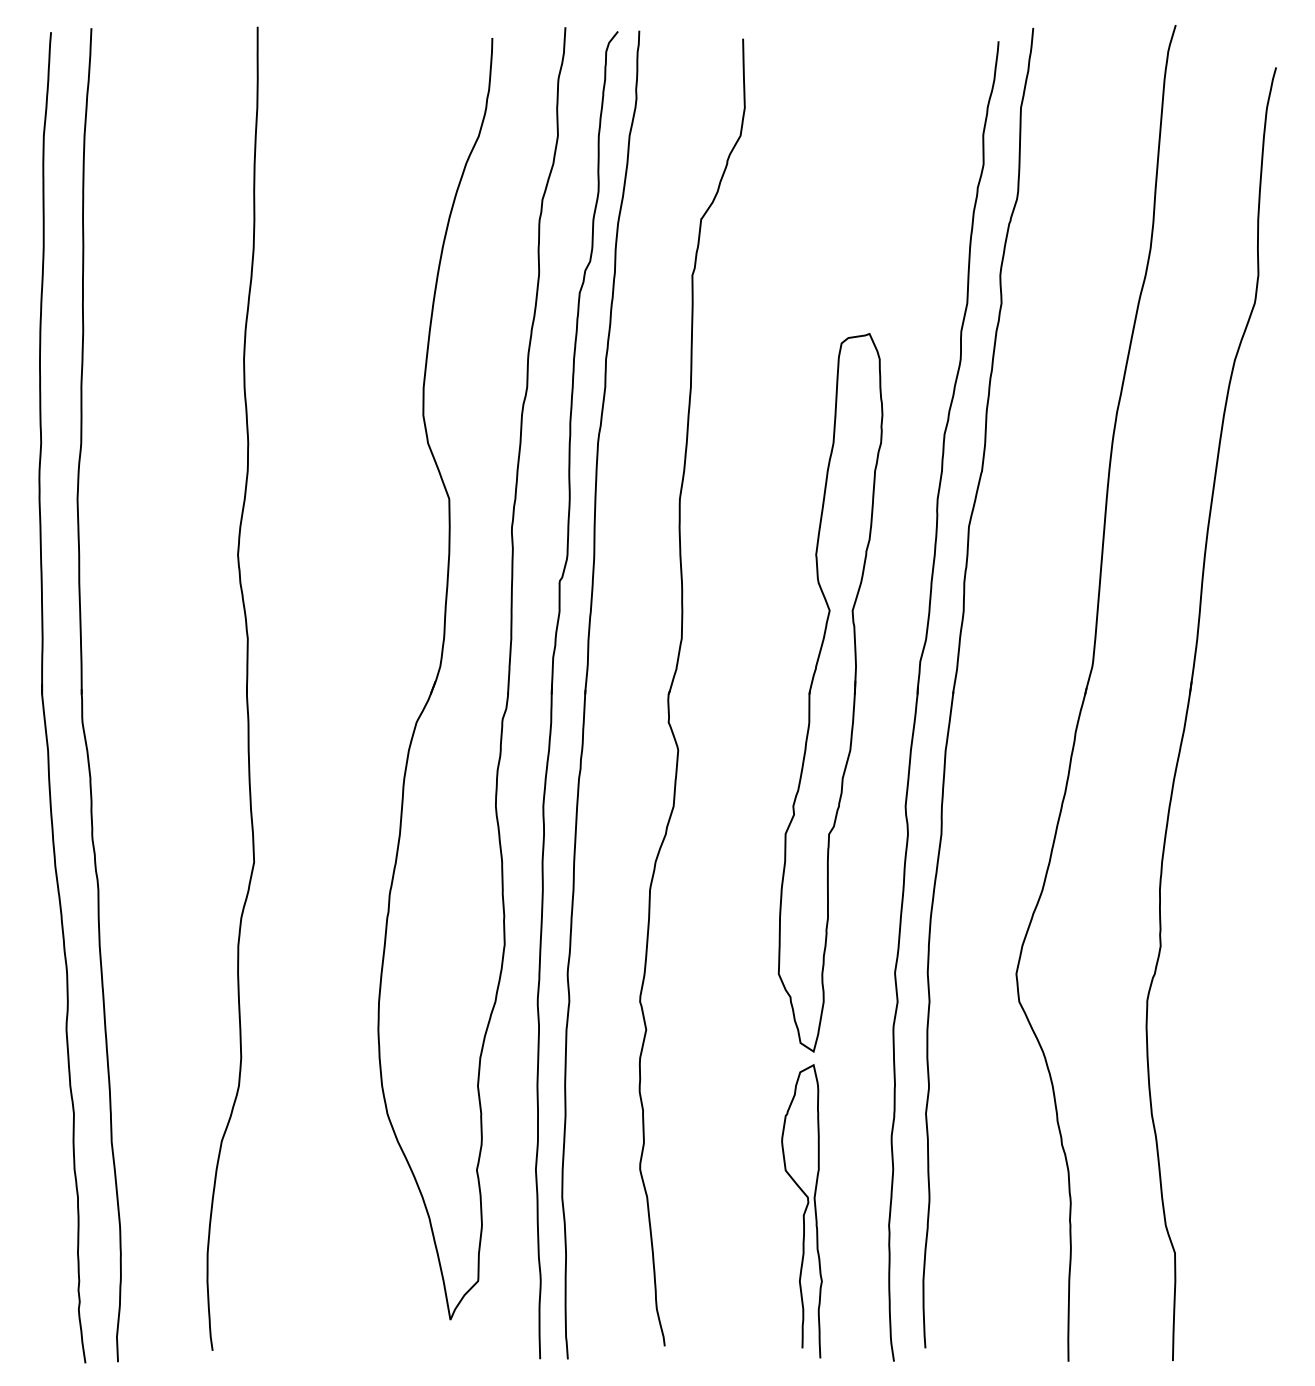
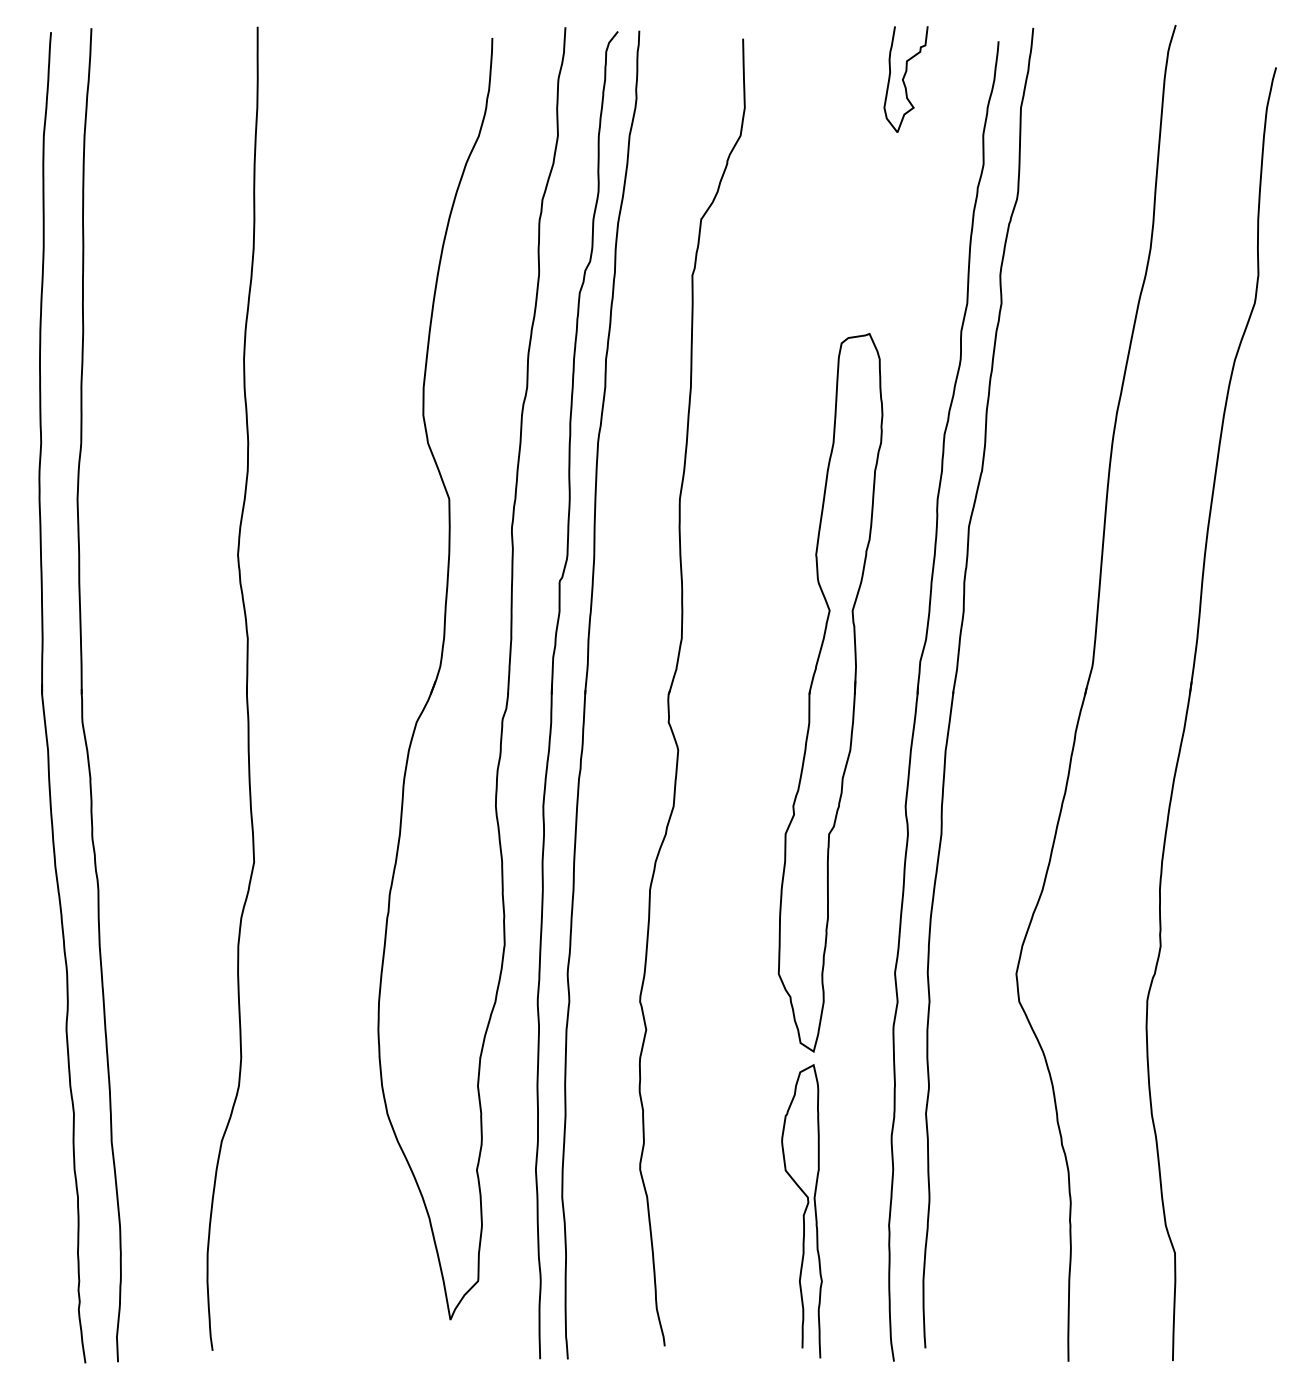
curve at (904, 78): none -> present
